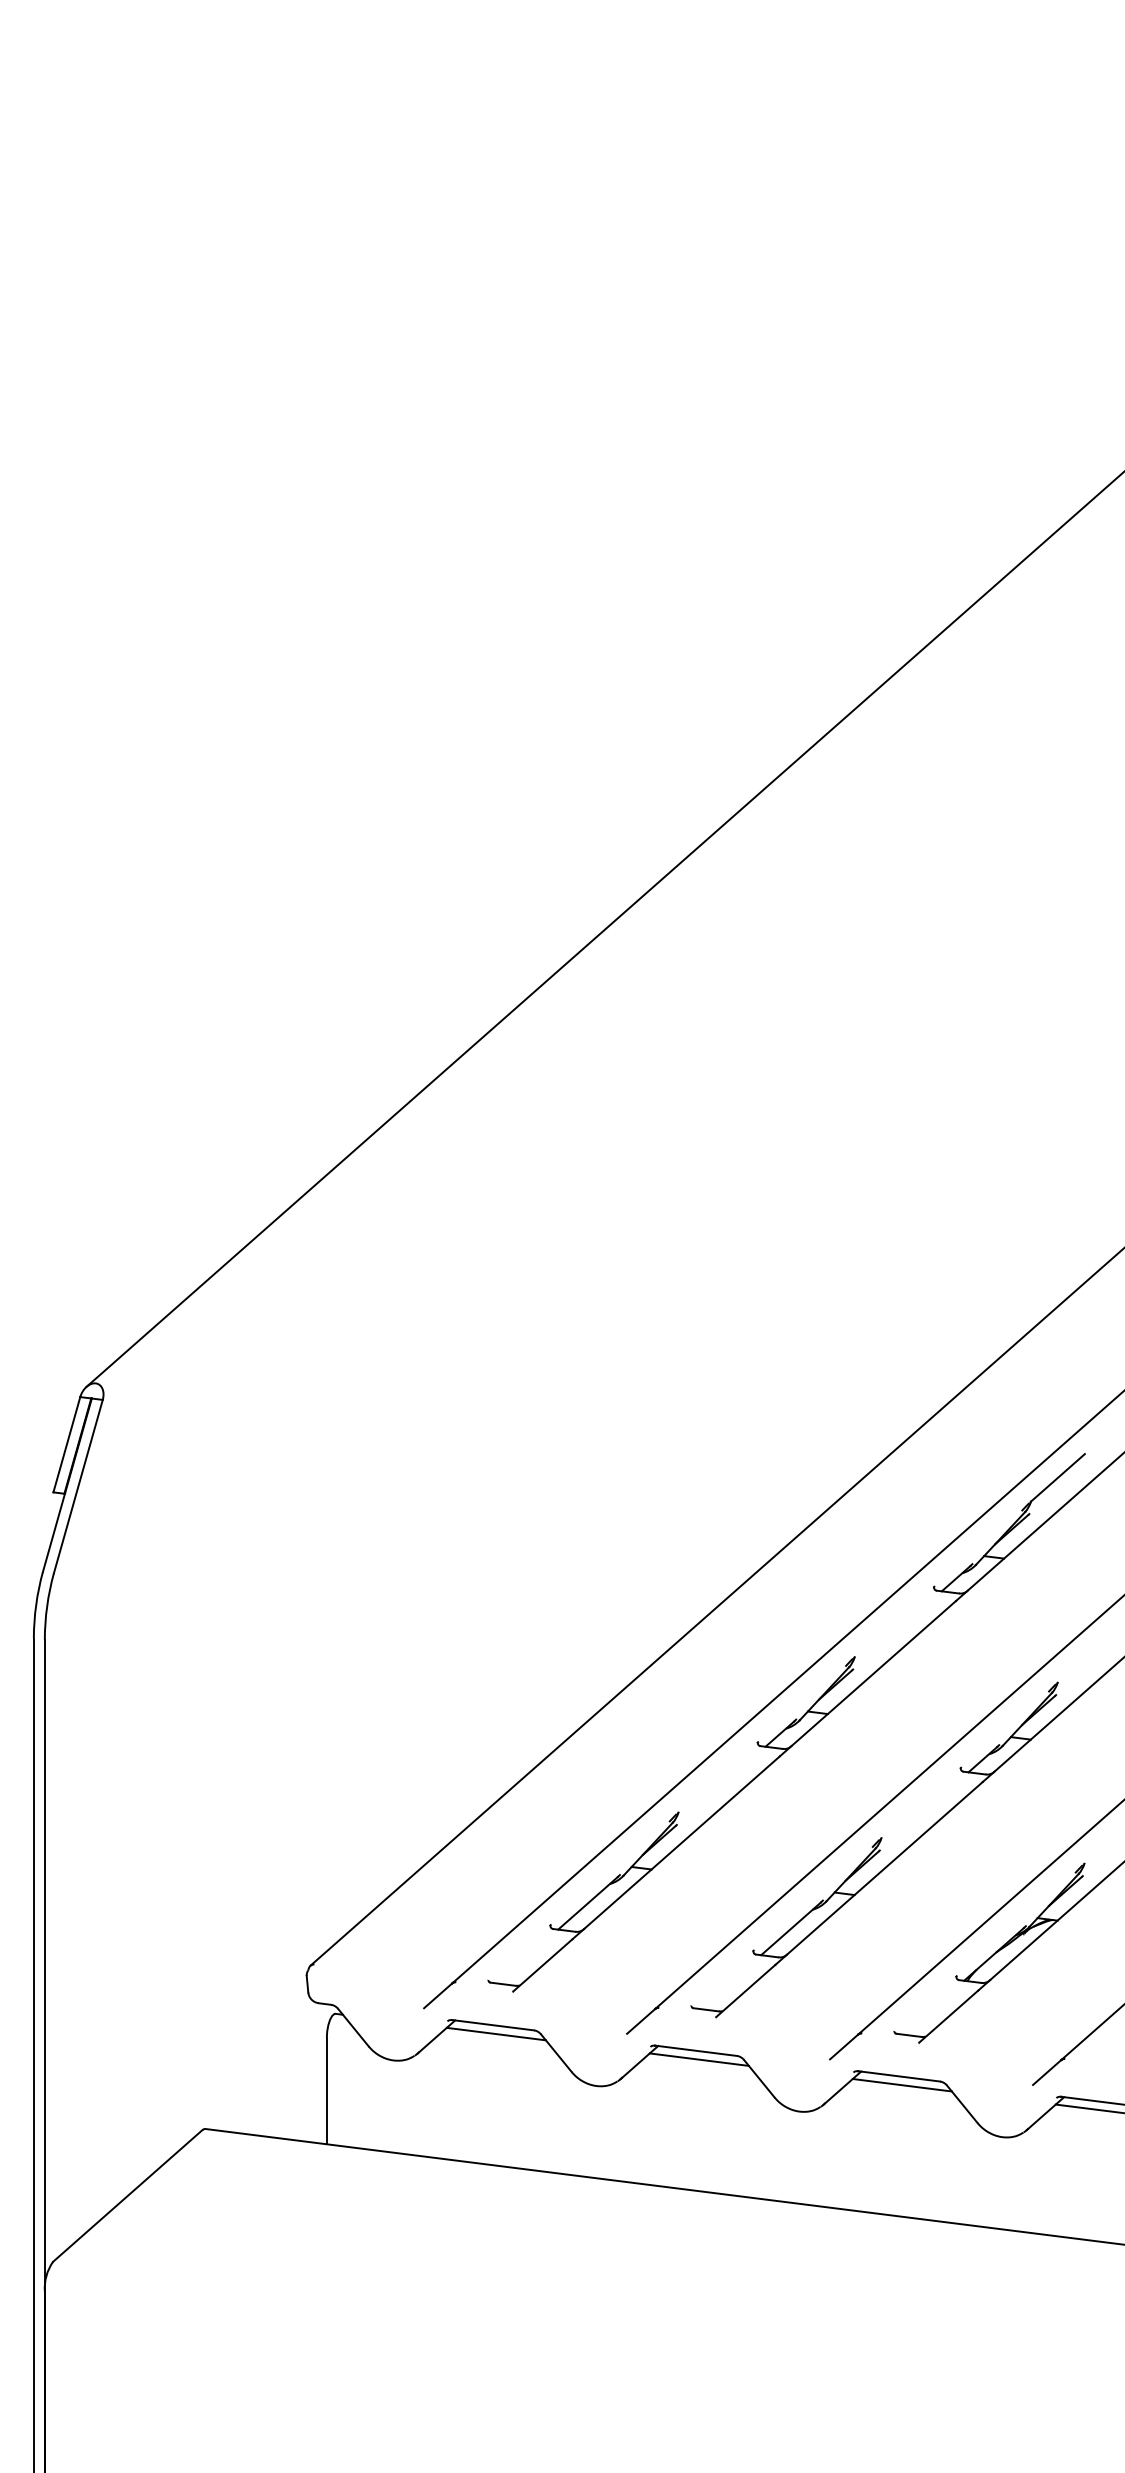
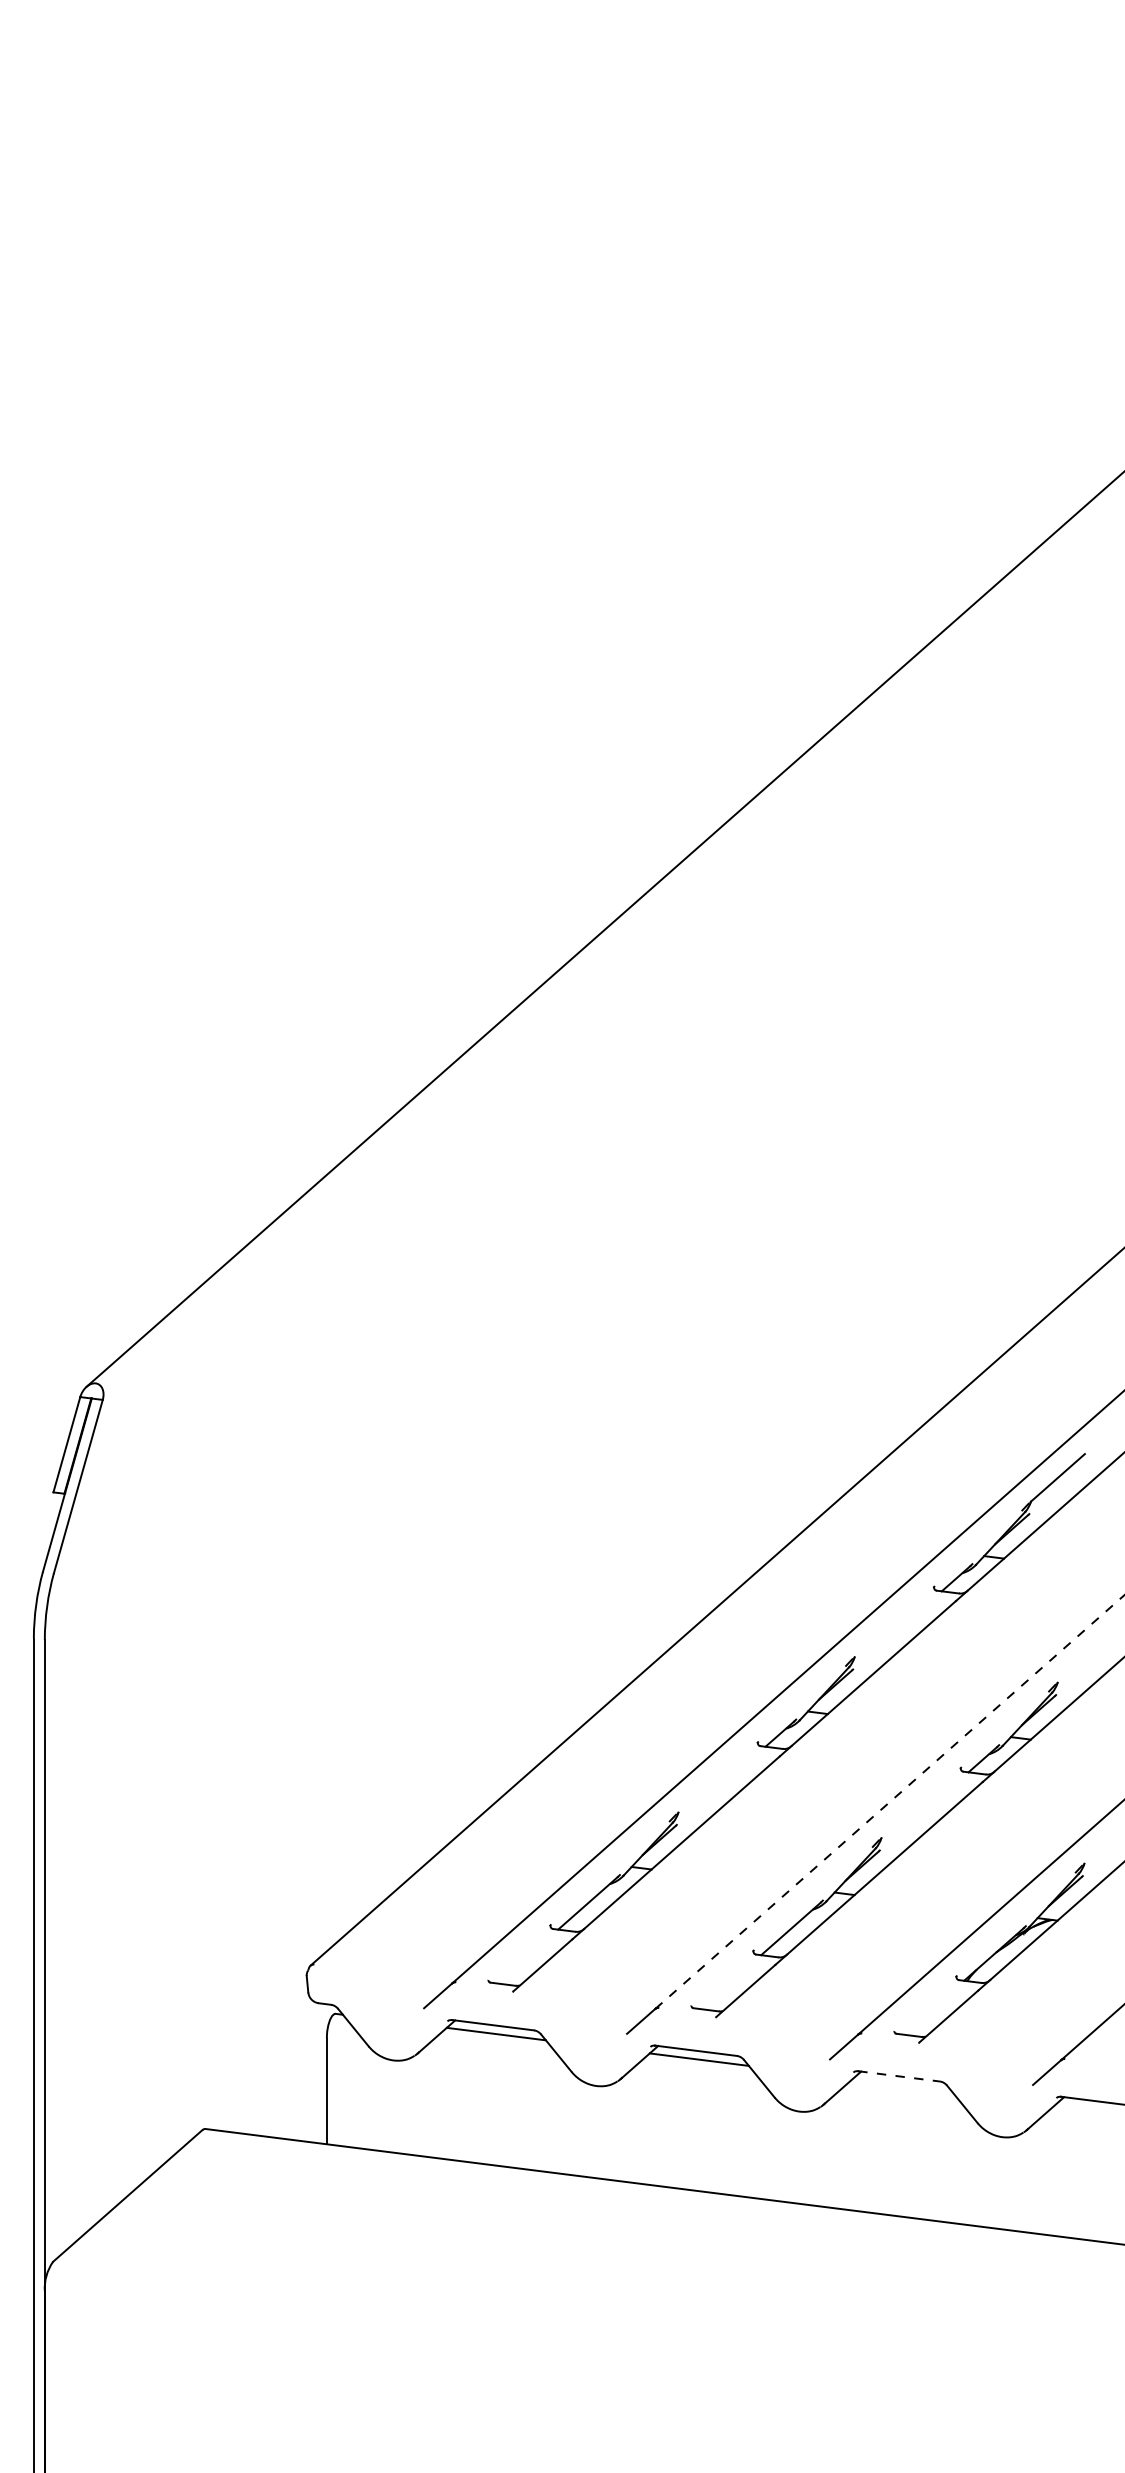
line at (890, 1801): solid -> dashed
line at (899, 2076): solid -> dashed
line at (901, 2085): present -> none
line at (1088, 2108): present -> none
